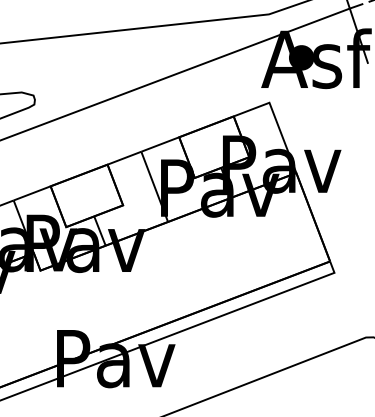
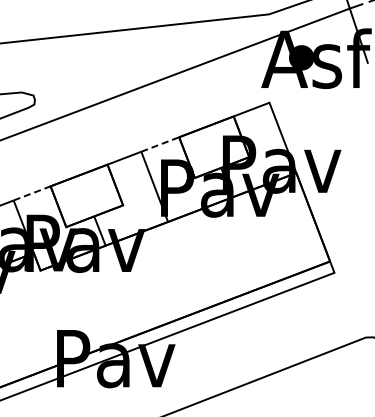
line at (160, 144): solid -> dashed
line at (32, 193): solid -> dashed
